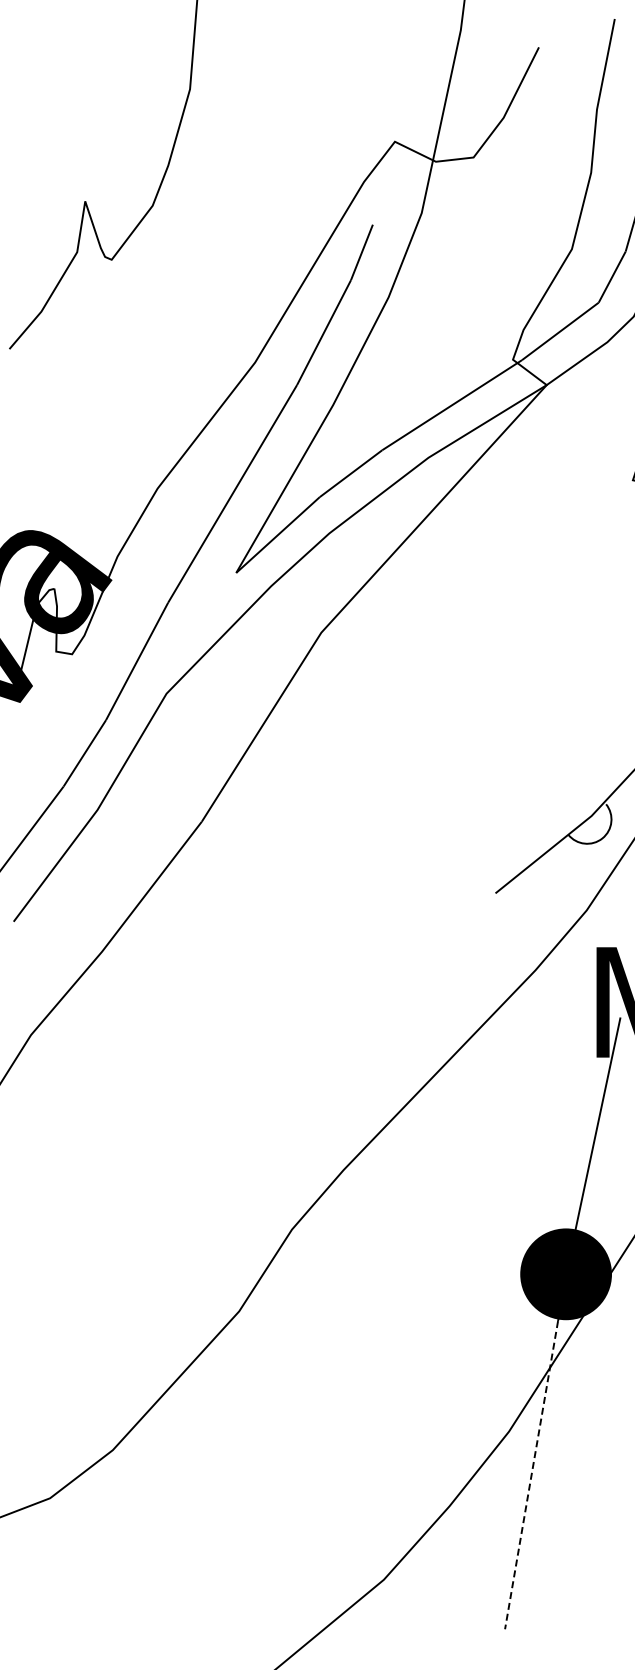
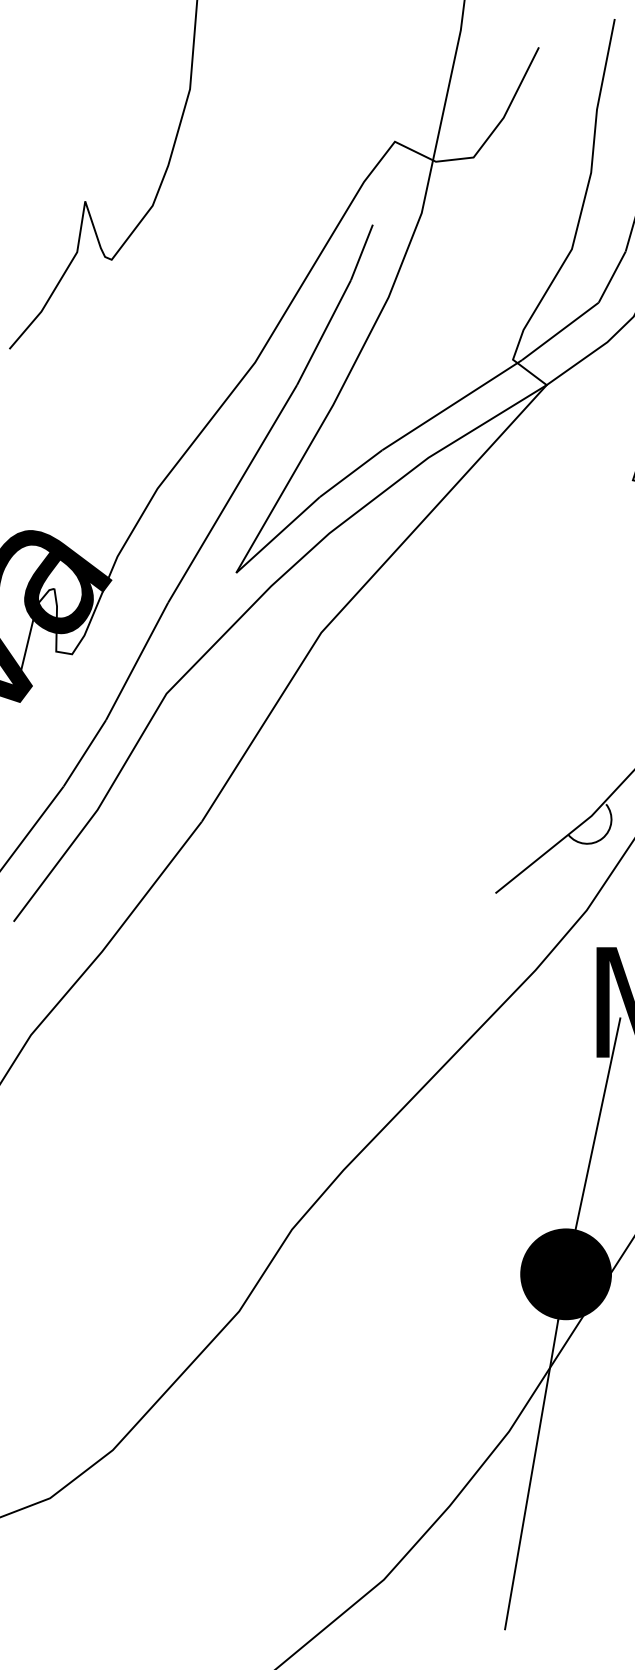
line at (531, 1475): dashed -> solid
